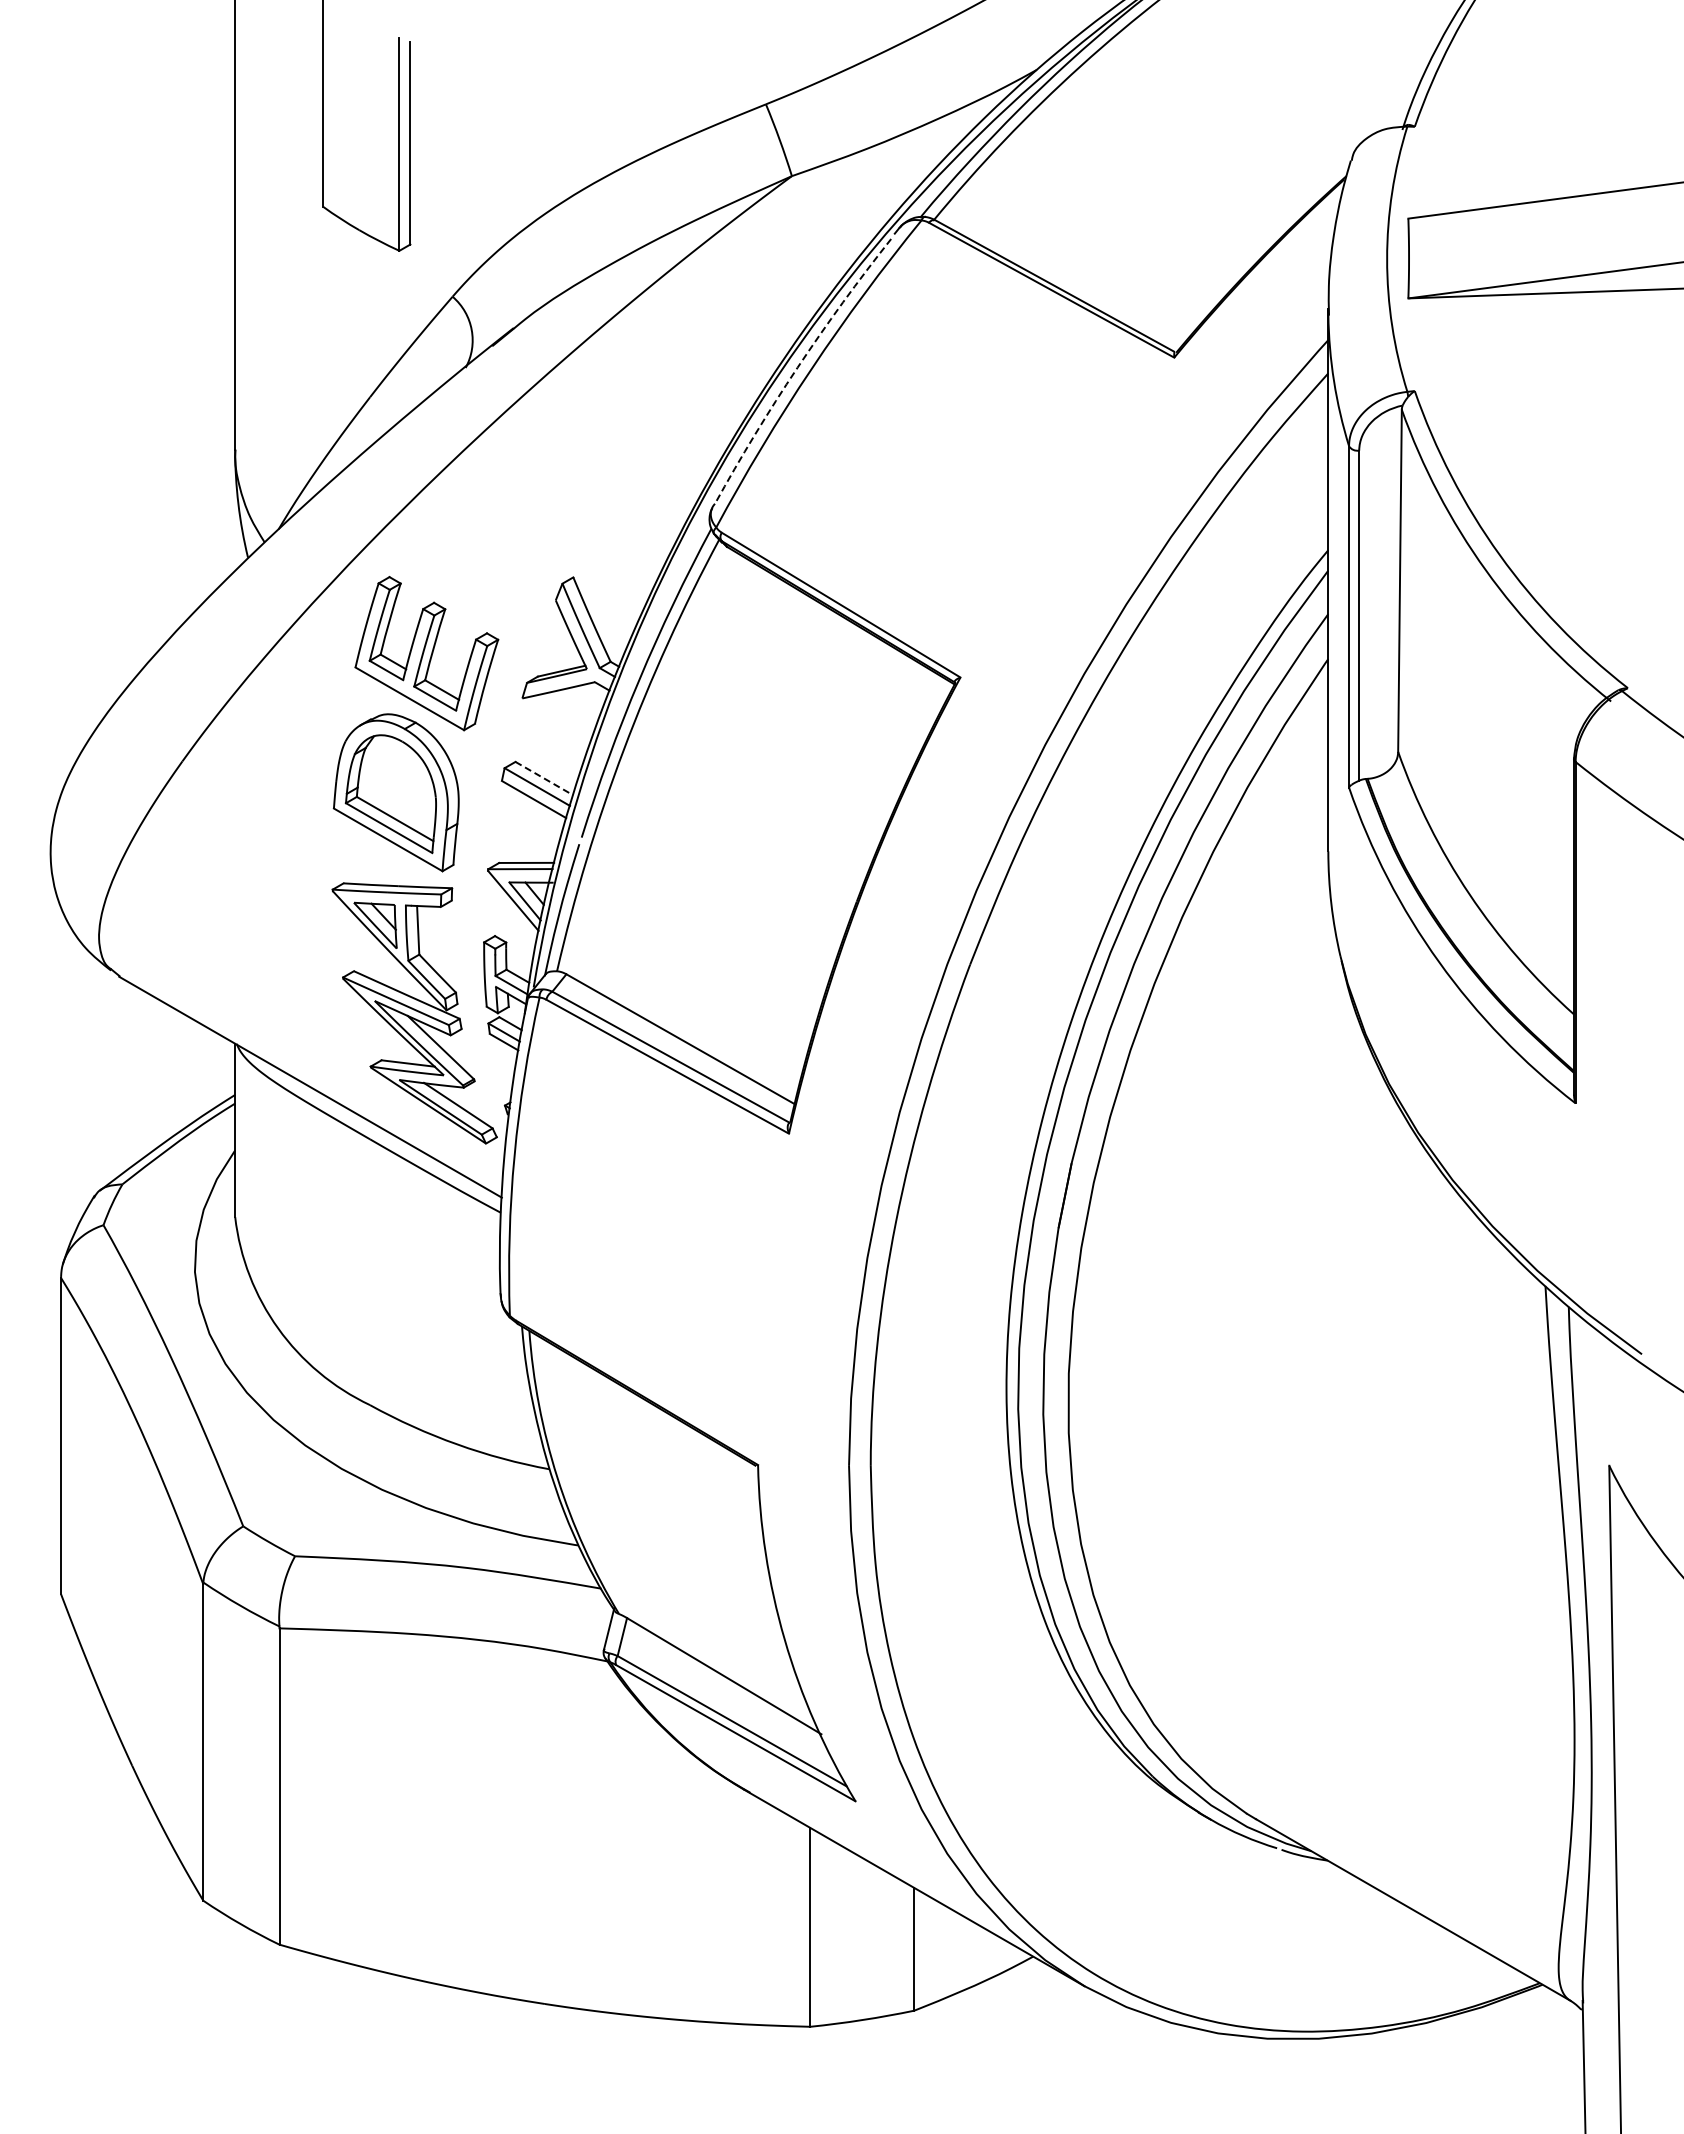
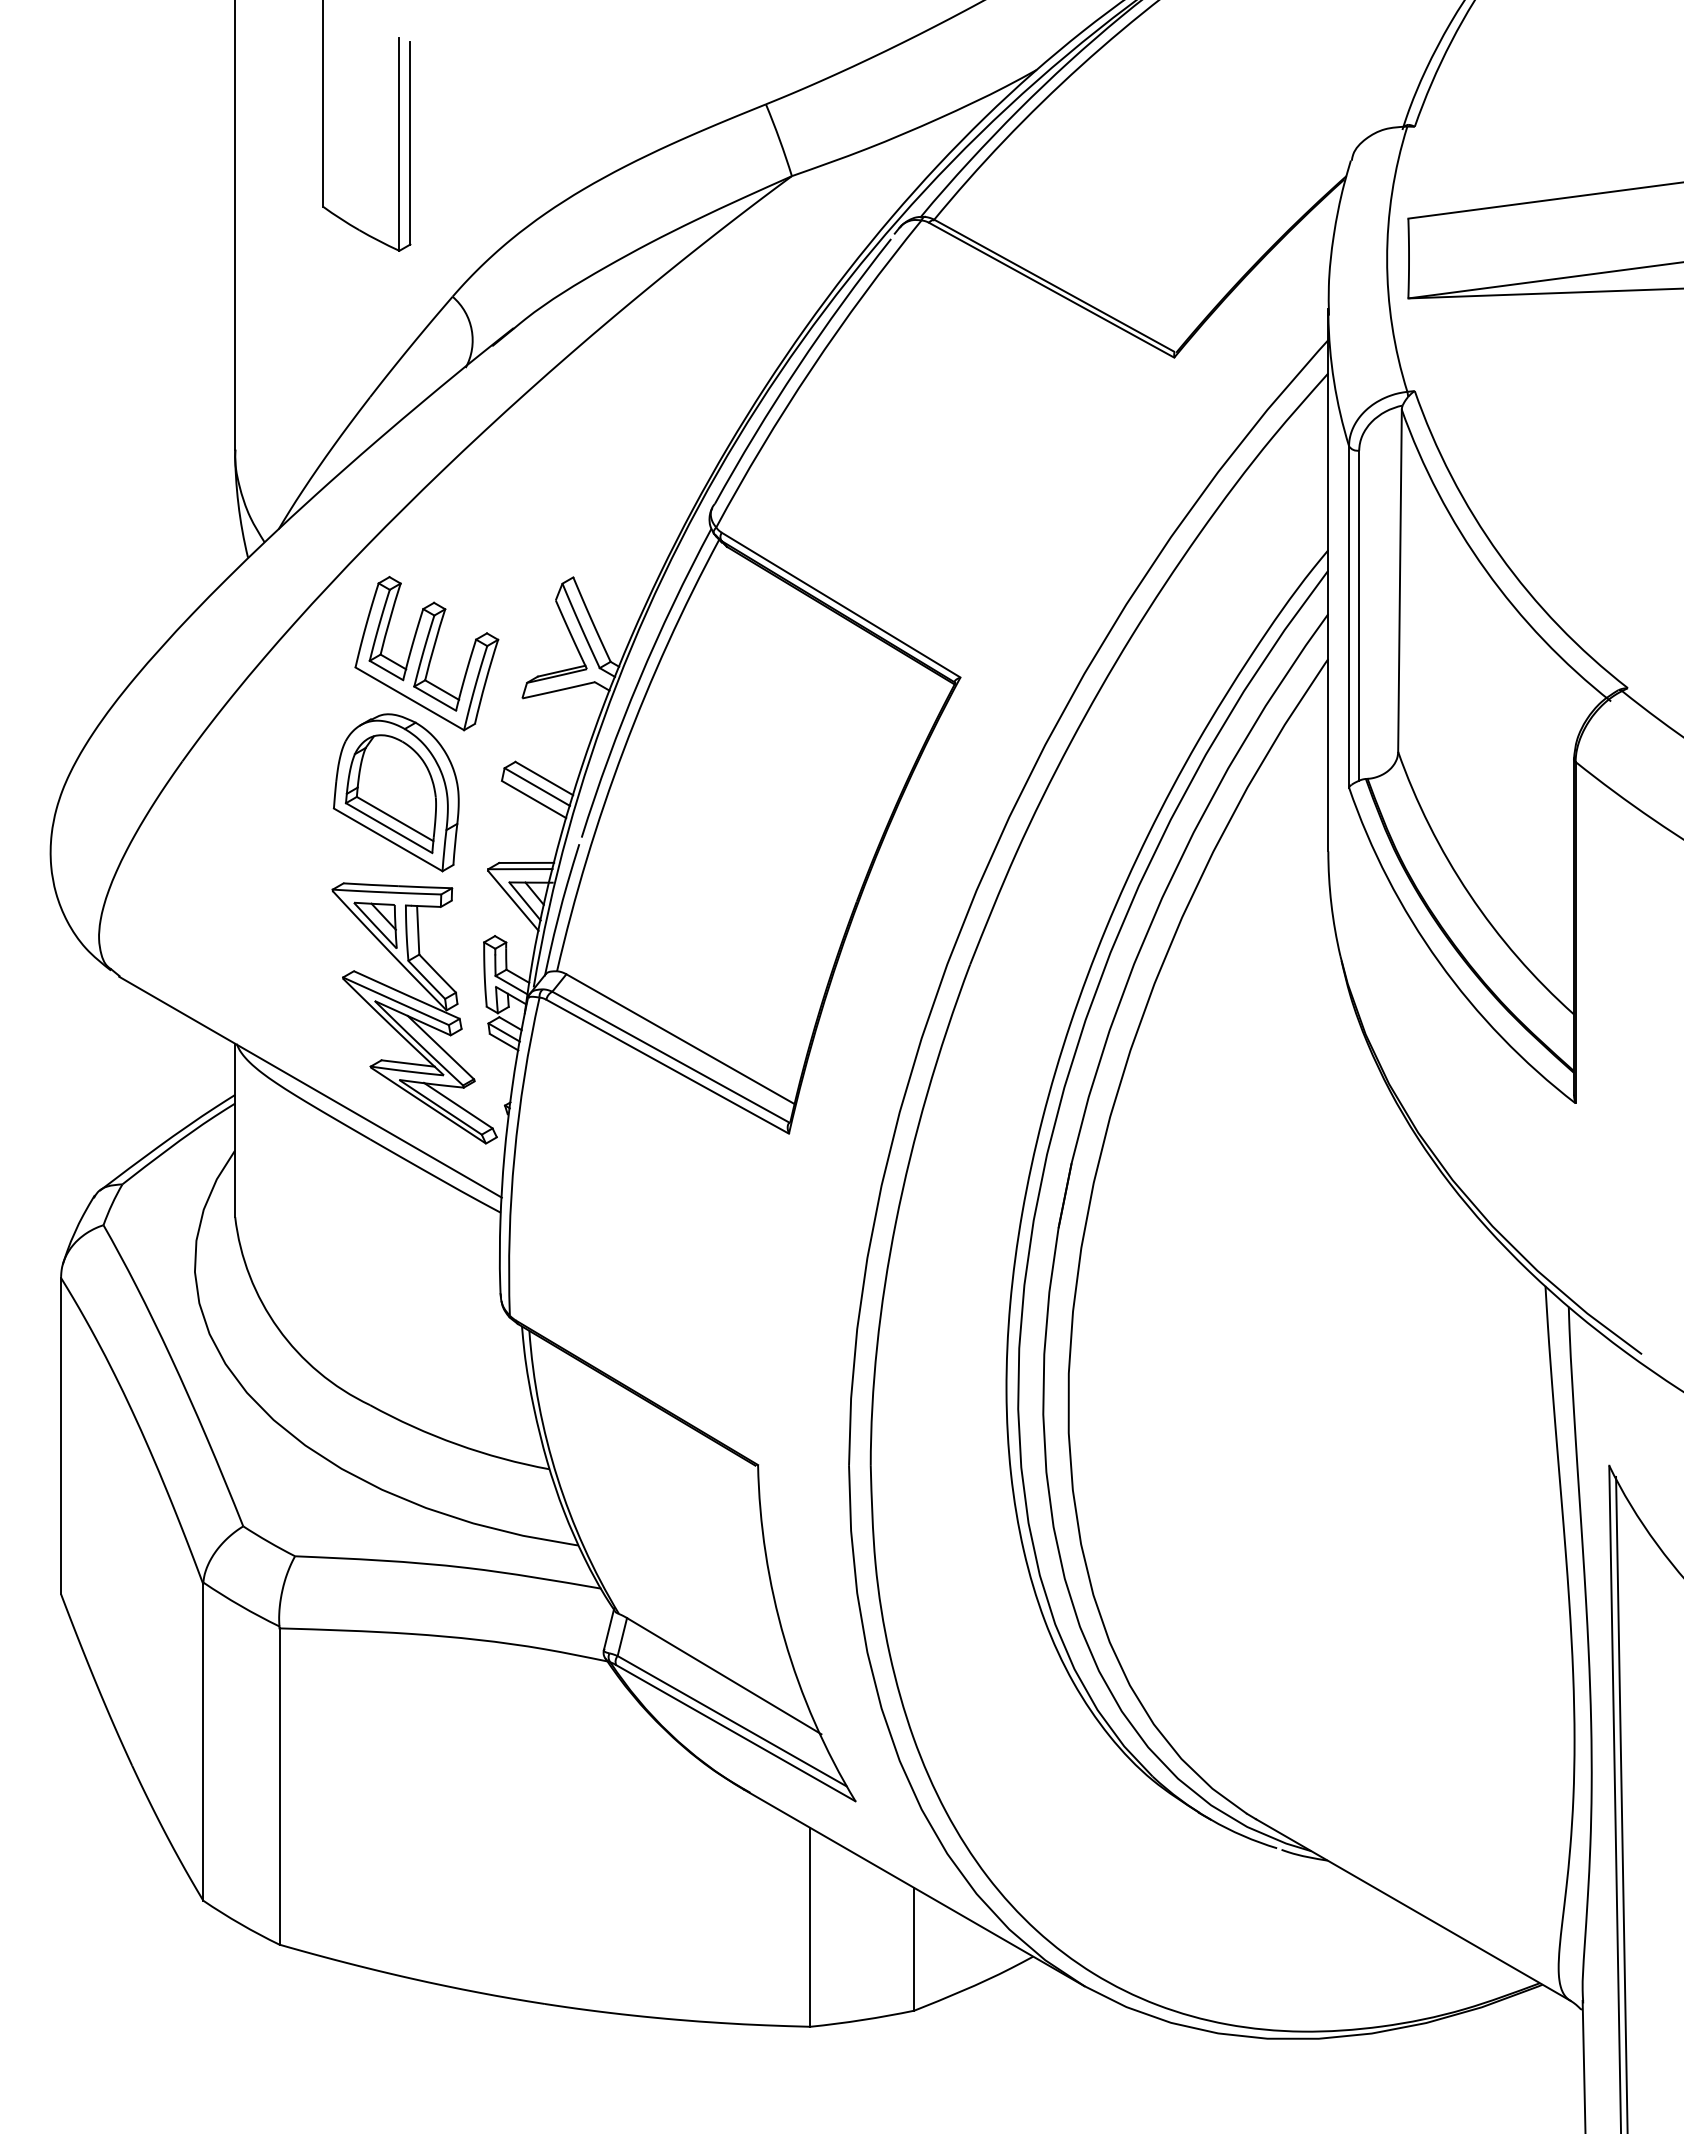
arc at (797, 367): dashed -> solid
line at (544, 778): dashed -> solid
line at (1621, 1803): none -> present
